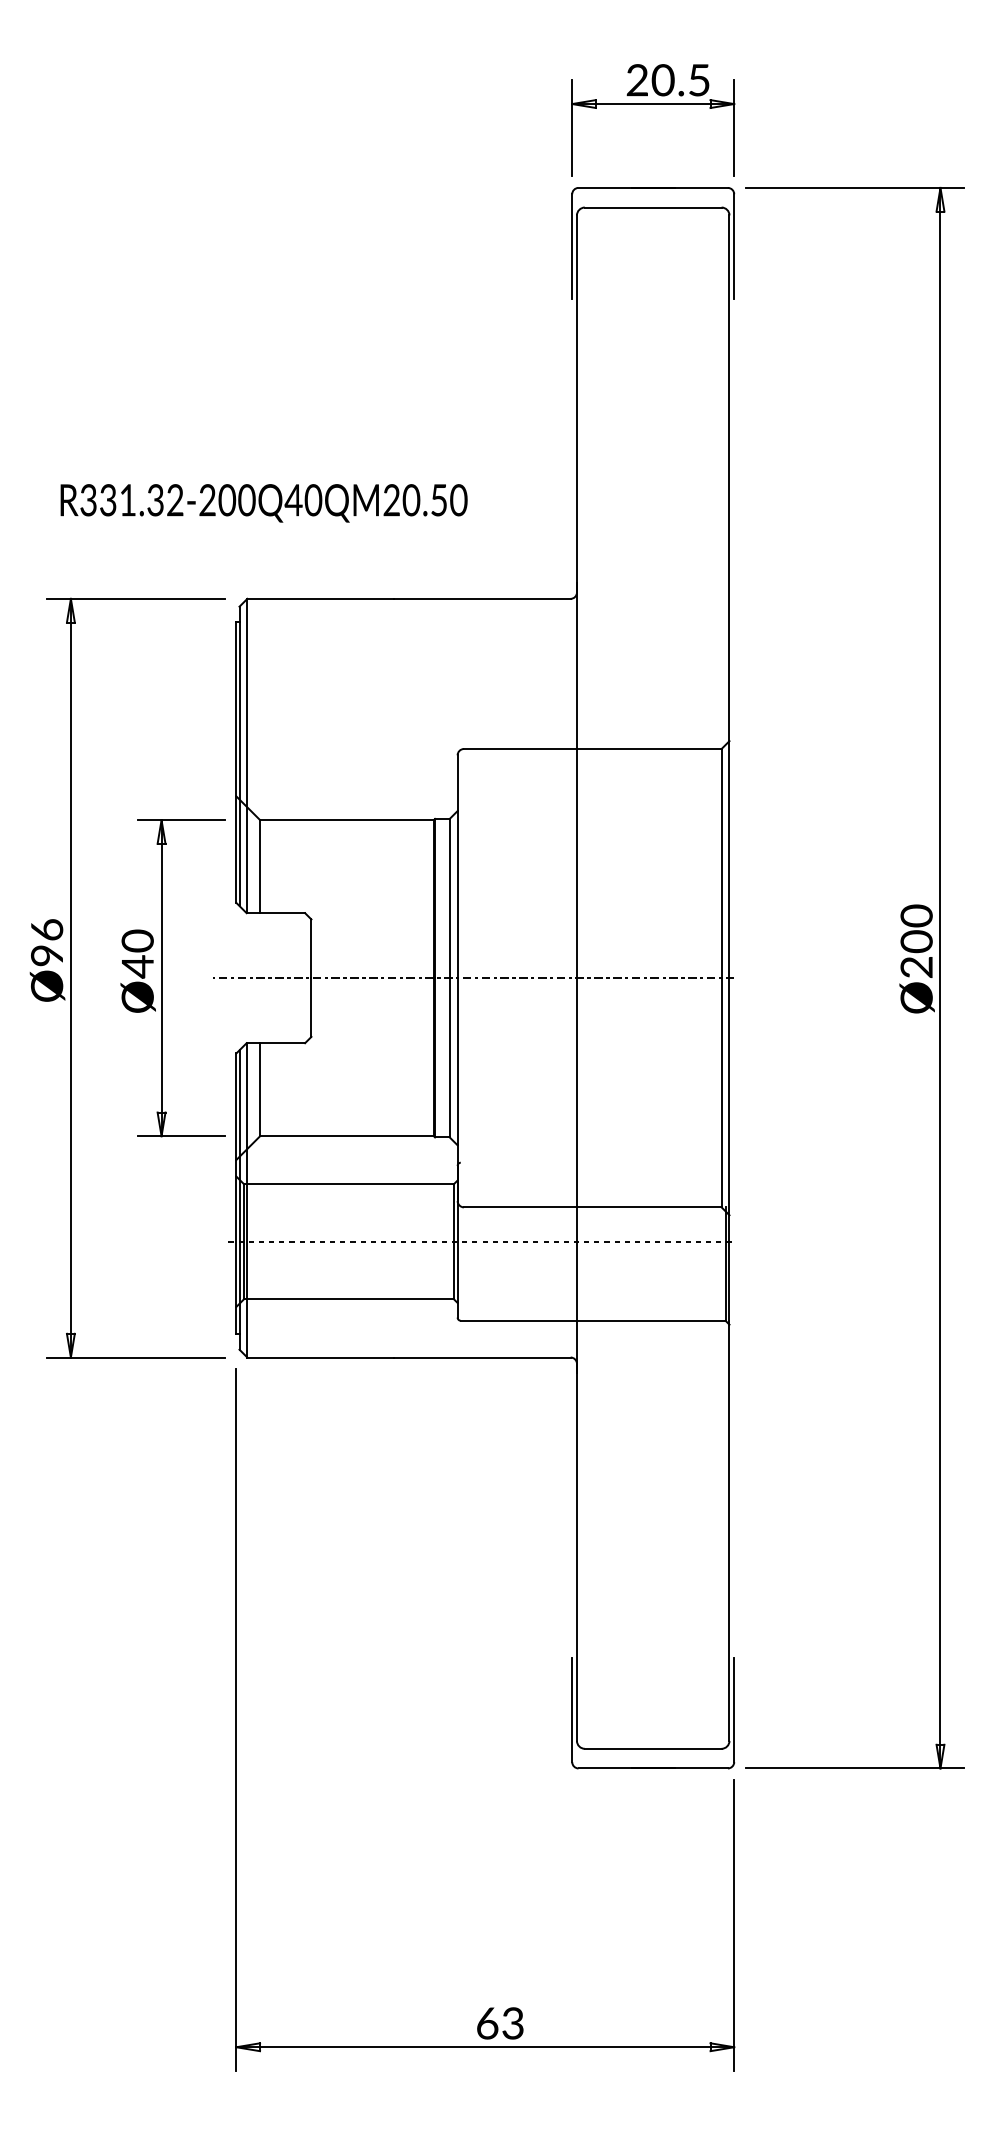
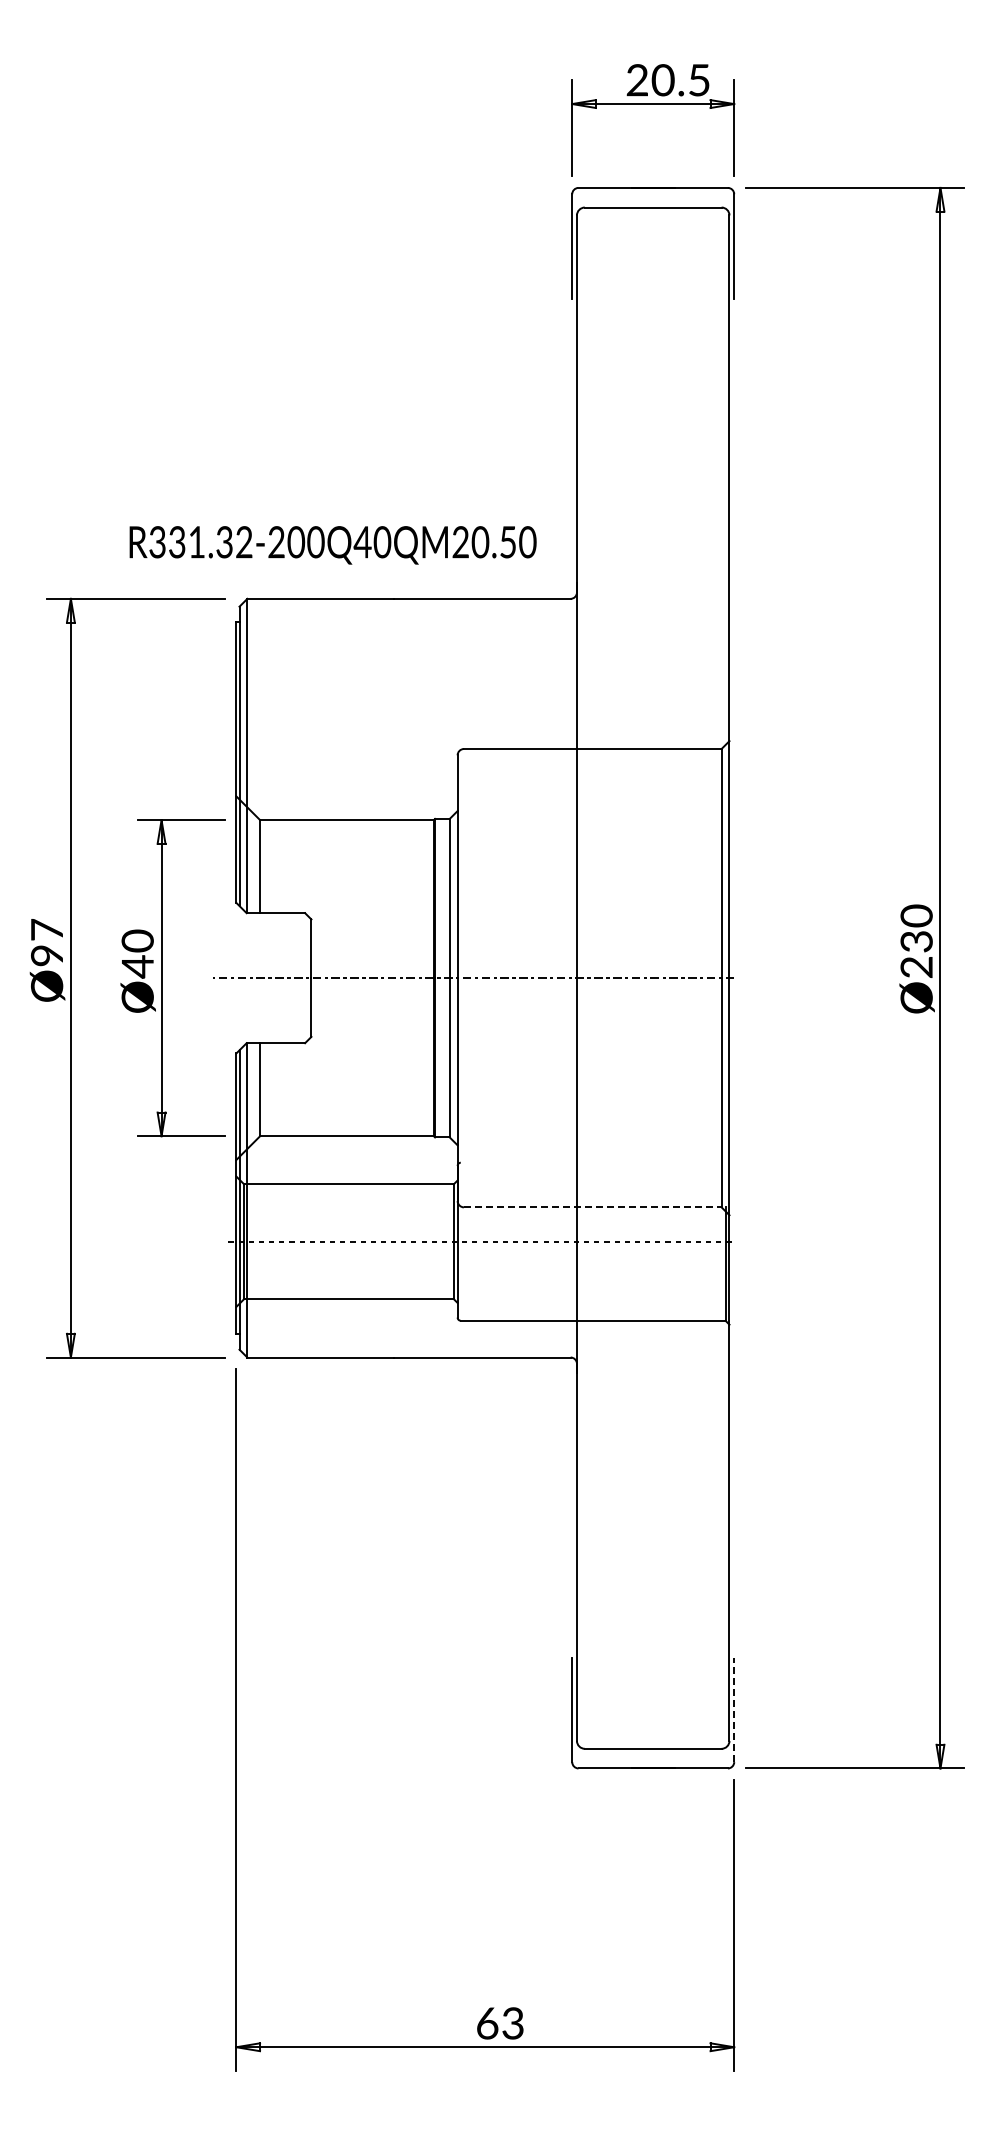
text at (263, 503) position: (263, 503) -> (332, 545)
text at (47, 929): Ø96 -> Ø97
text at (916, 941): Ø200 -> Ø230
line at (592, 1207): solid -> dashed
line at (734, 1709): solid -> dashed
